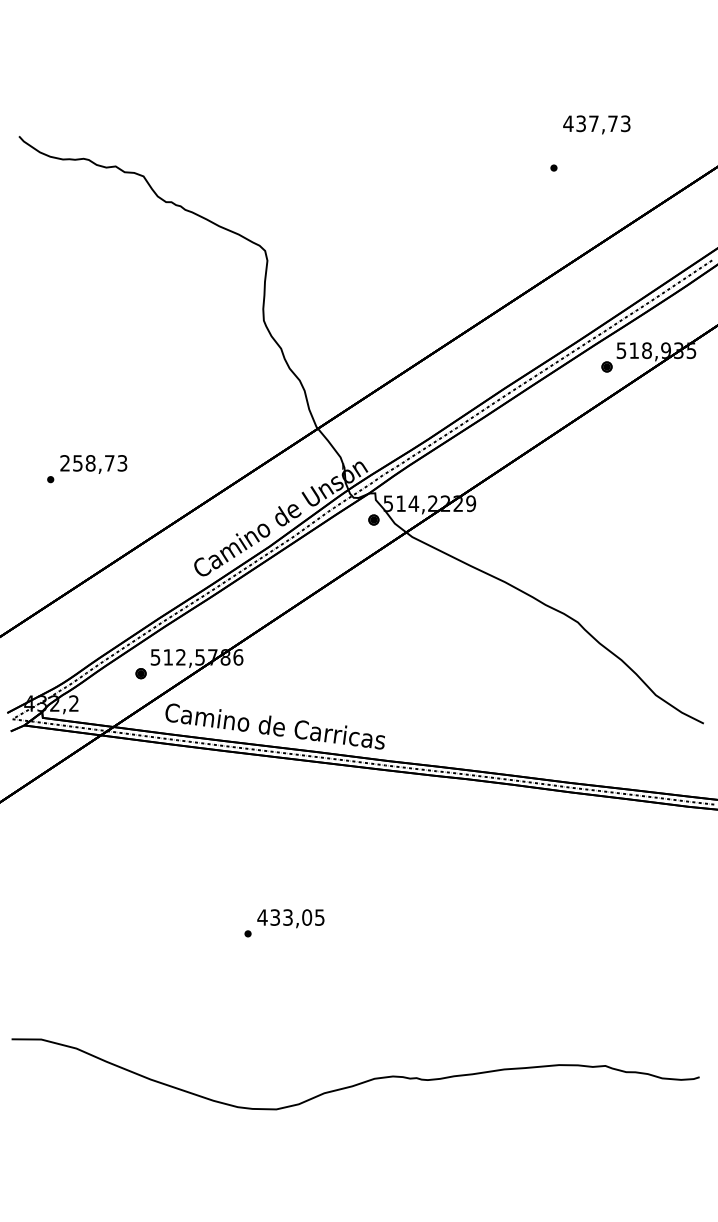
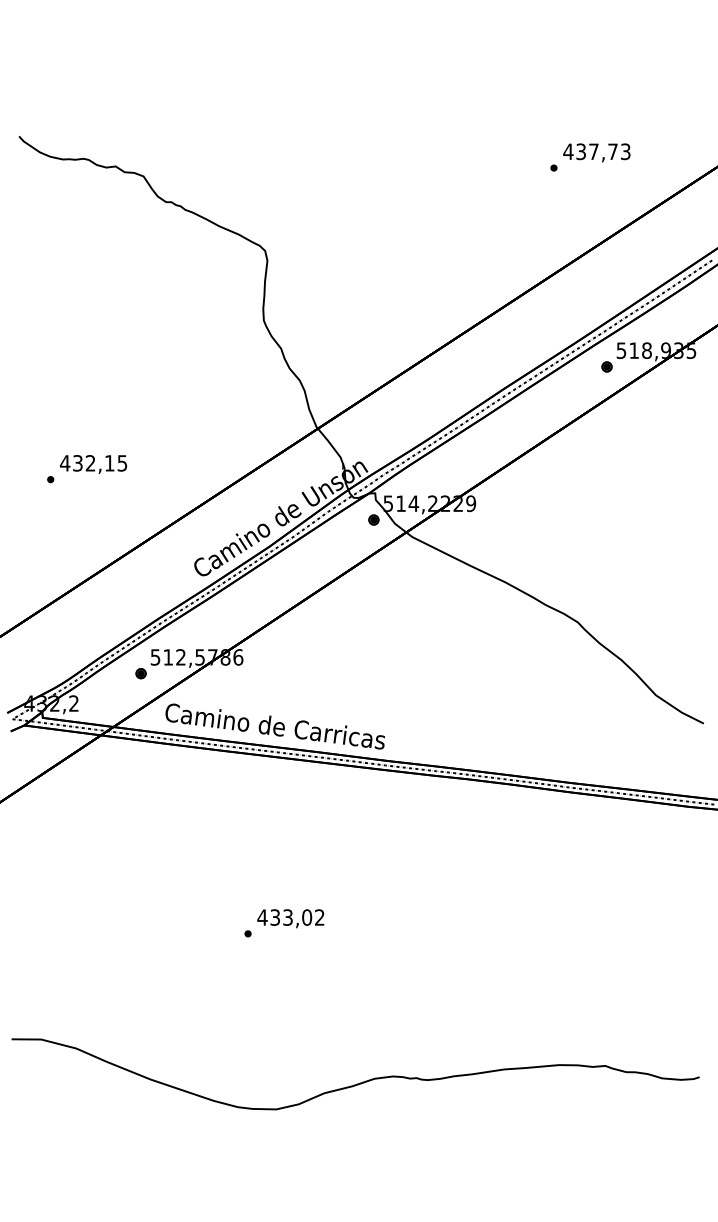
text at (596, 124) position: (596, 124) -> (596, 152)
text at (93, 463): 258,73 -> 432,15
text at (319, 917): 433,05 -> 433,02
